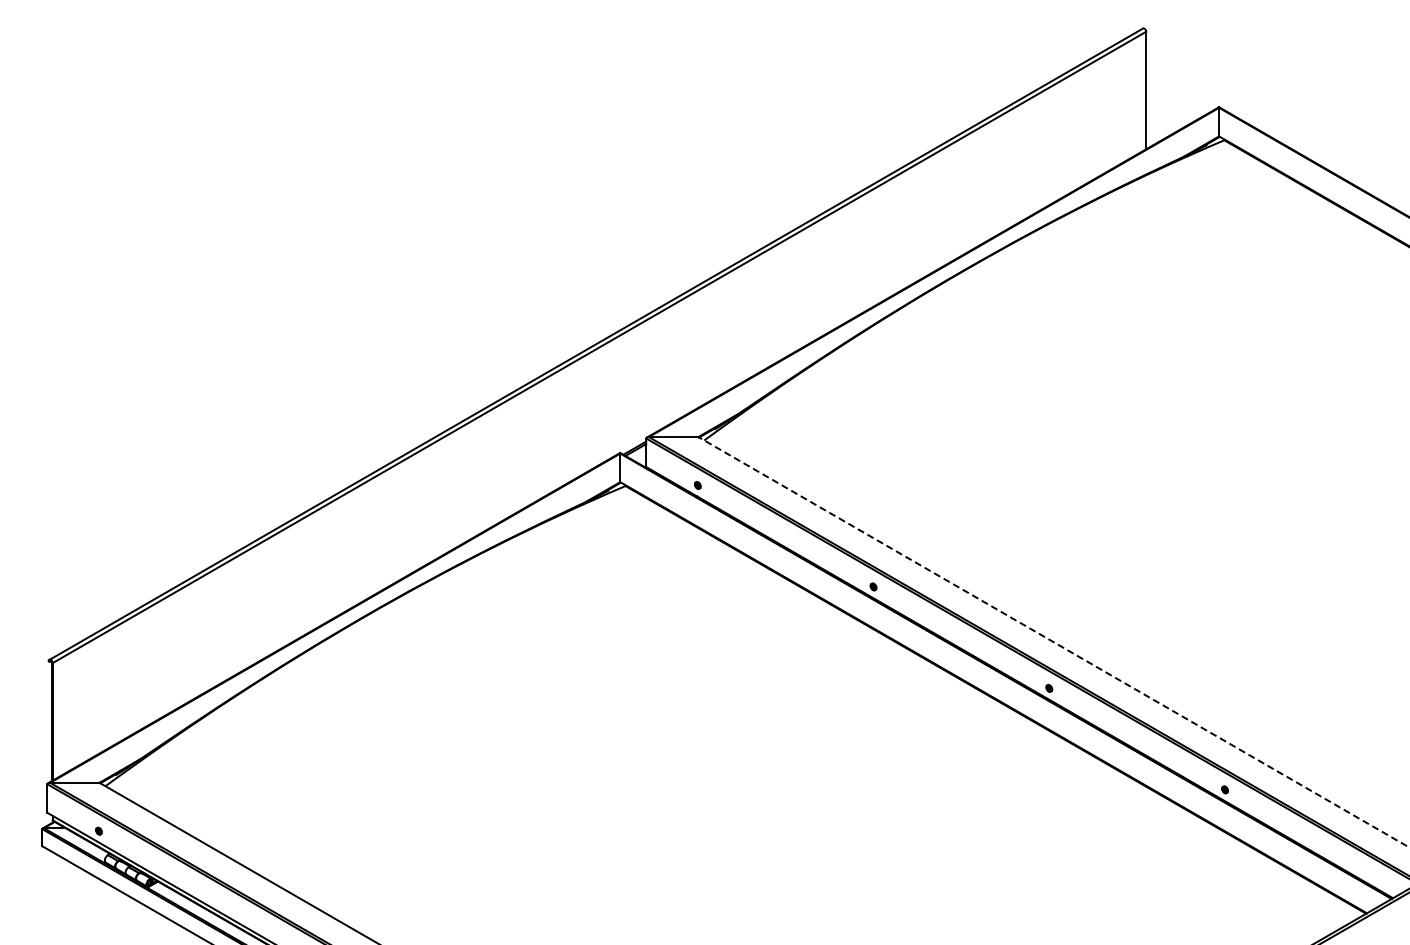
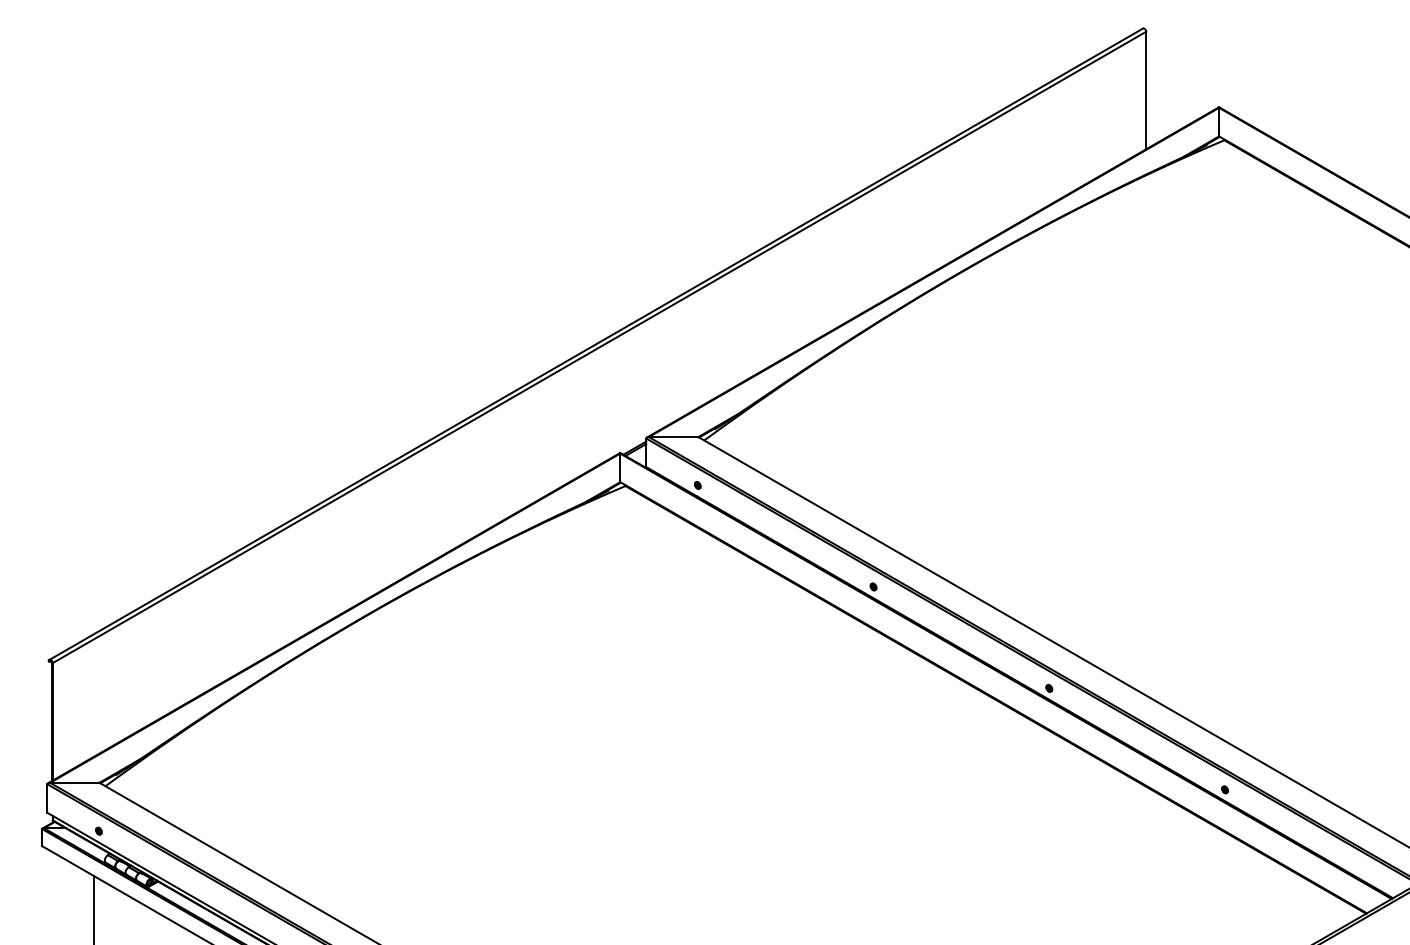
line at (1054, 642): dashed -> solid
line at (93, 908): none -> present
